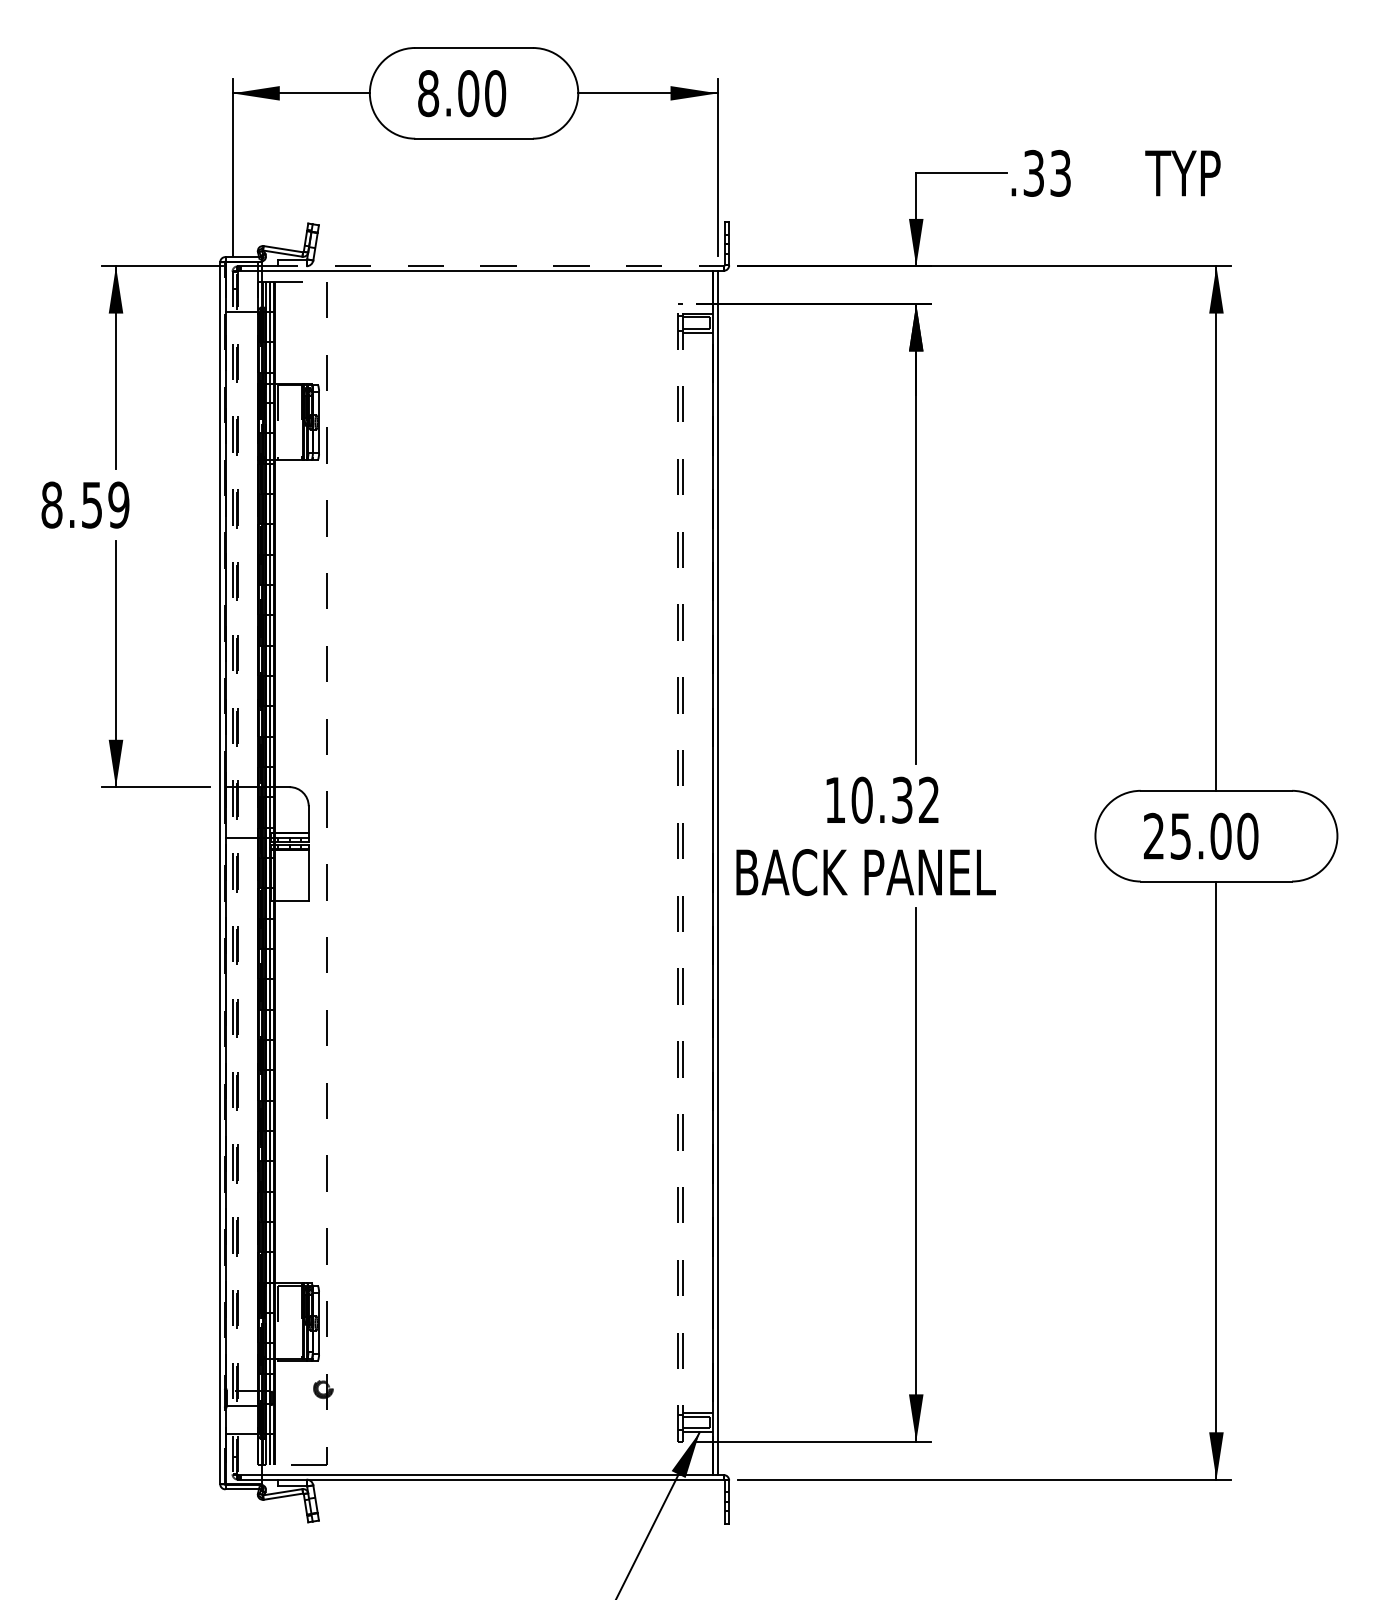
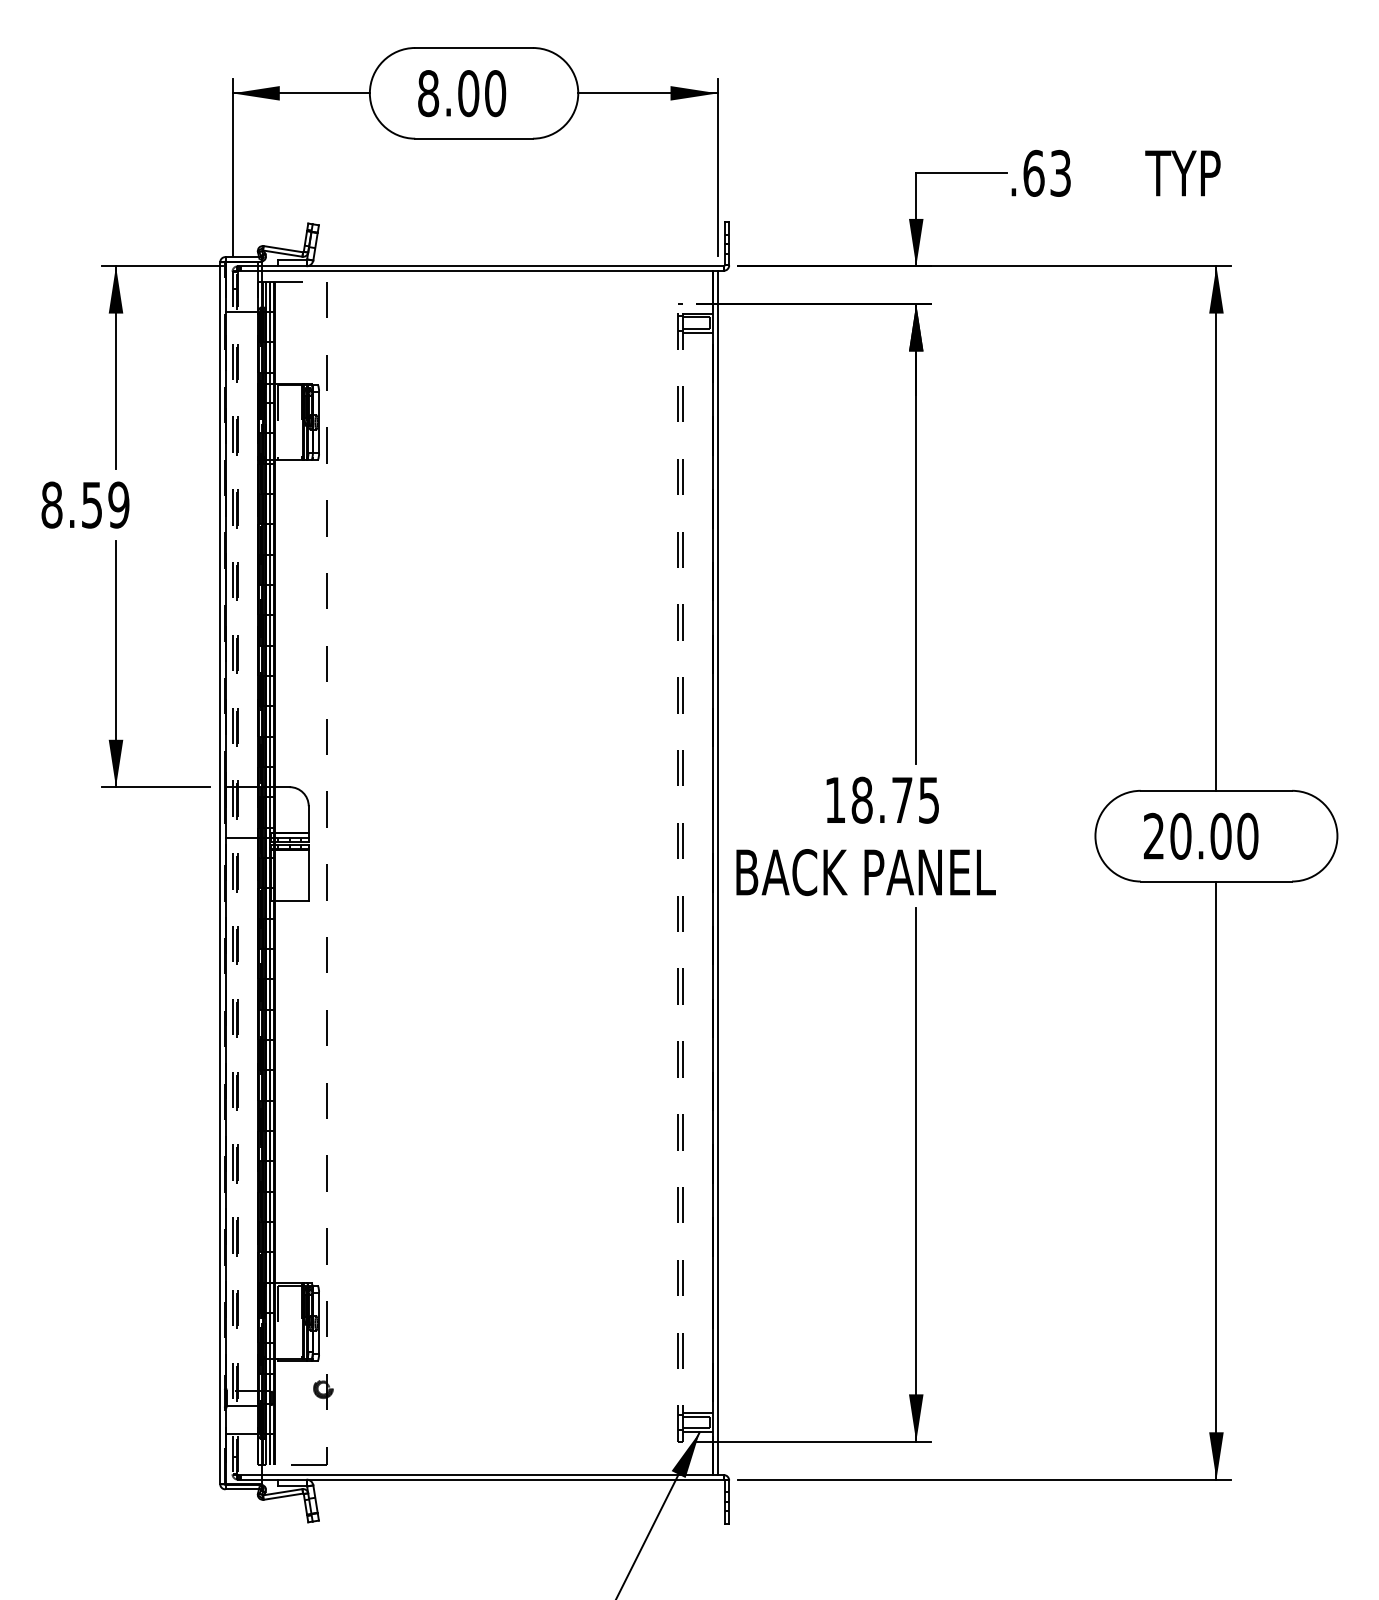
text at (1033, 172): .33 -> .63
line at (492, 266): dashed -> solid
text at (894, 799): 10.32 -> 18.75
text at (1180, 835): 25.00 -> 20.00
